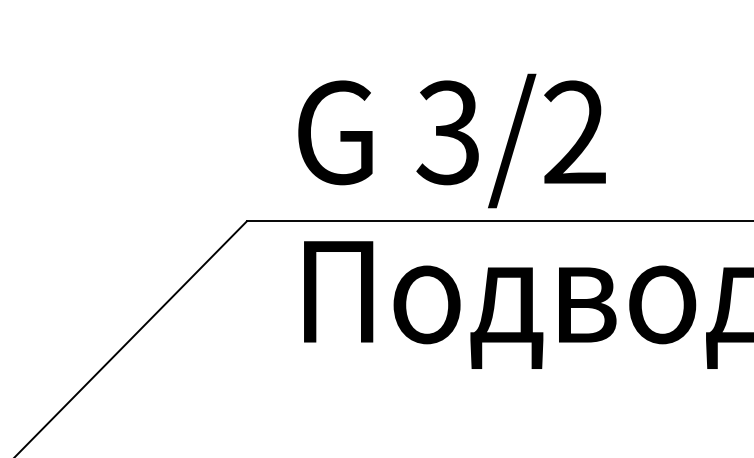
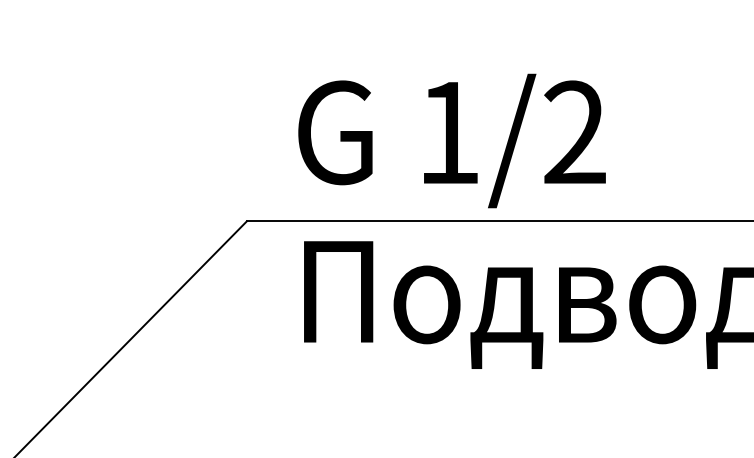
text at (447, 132): 3/2 -> 1/2
